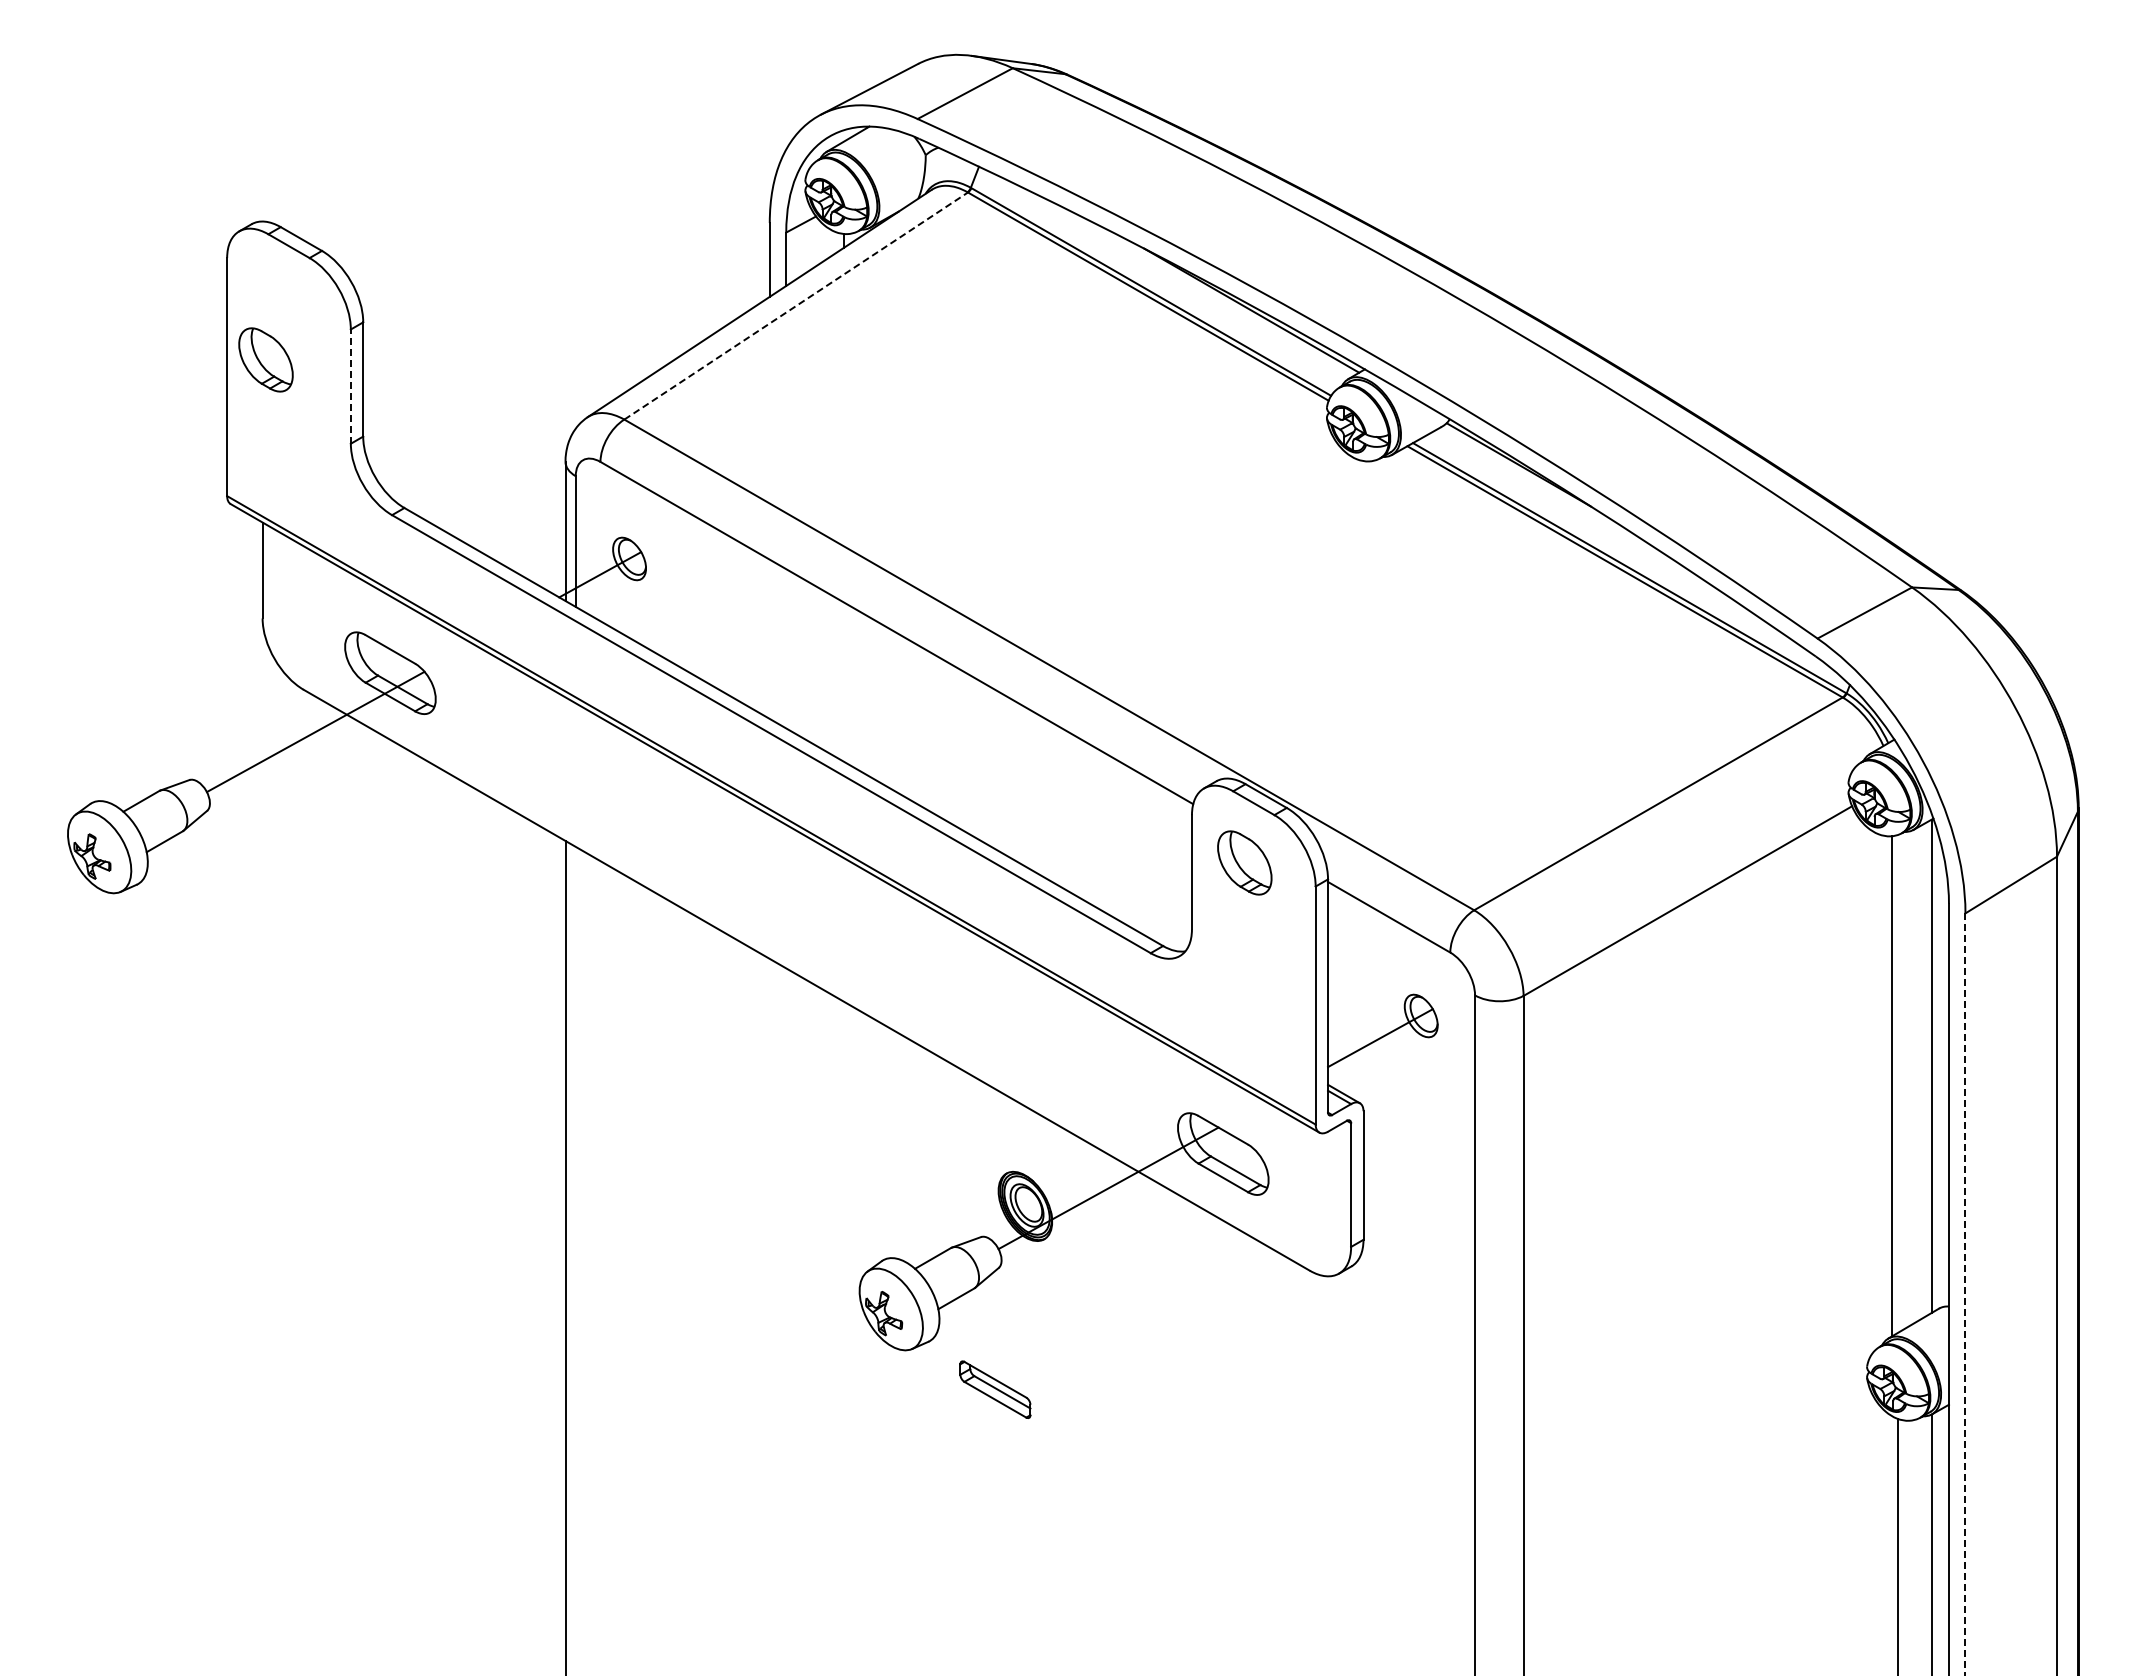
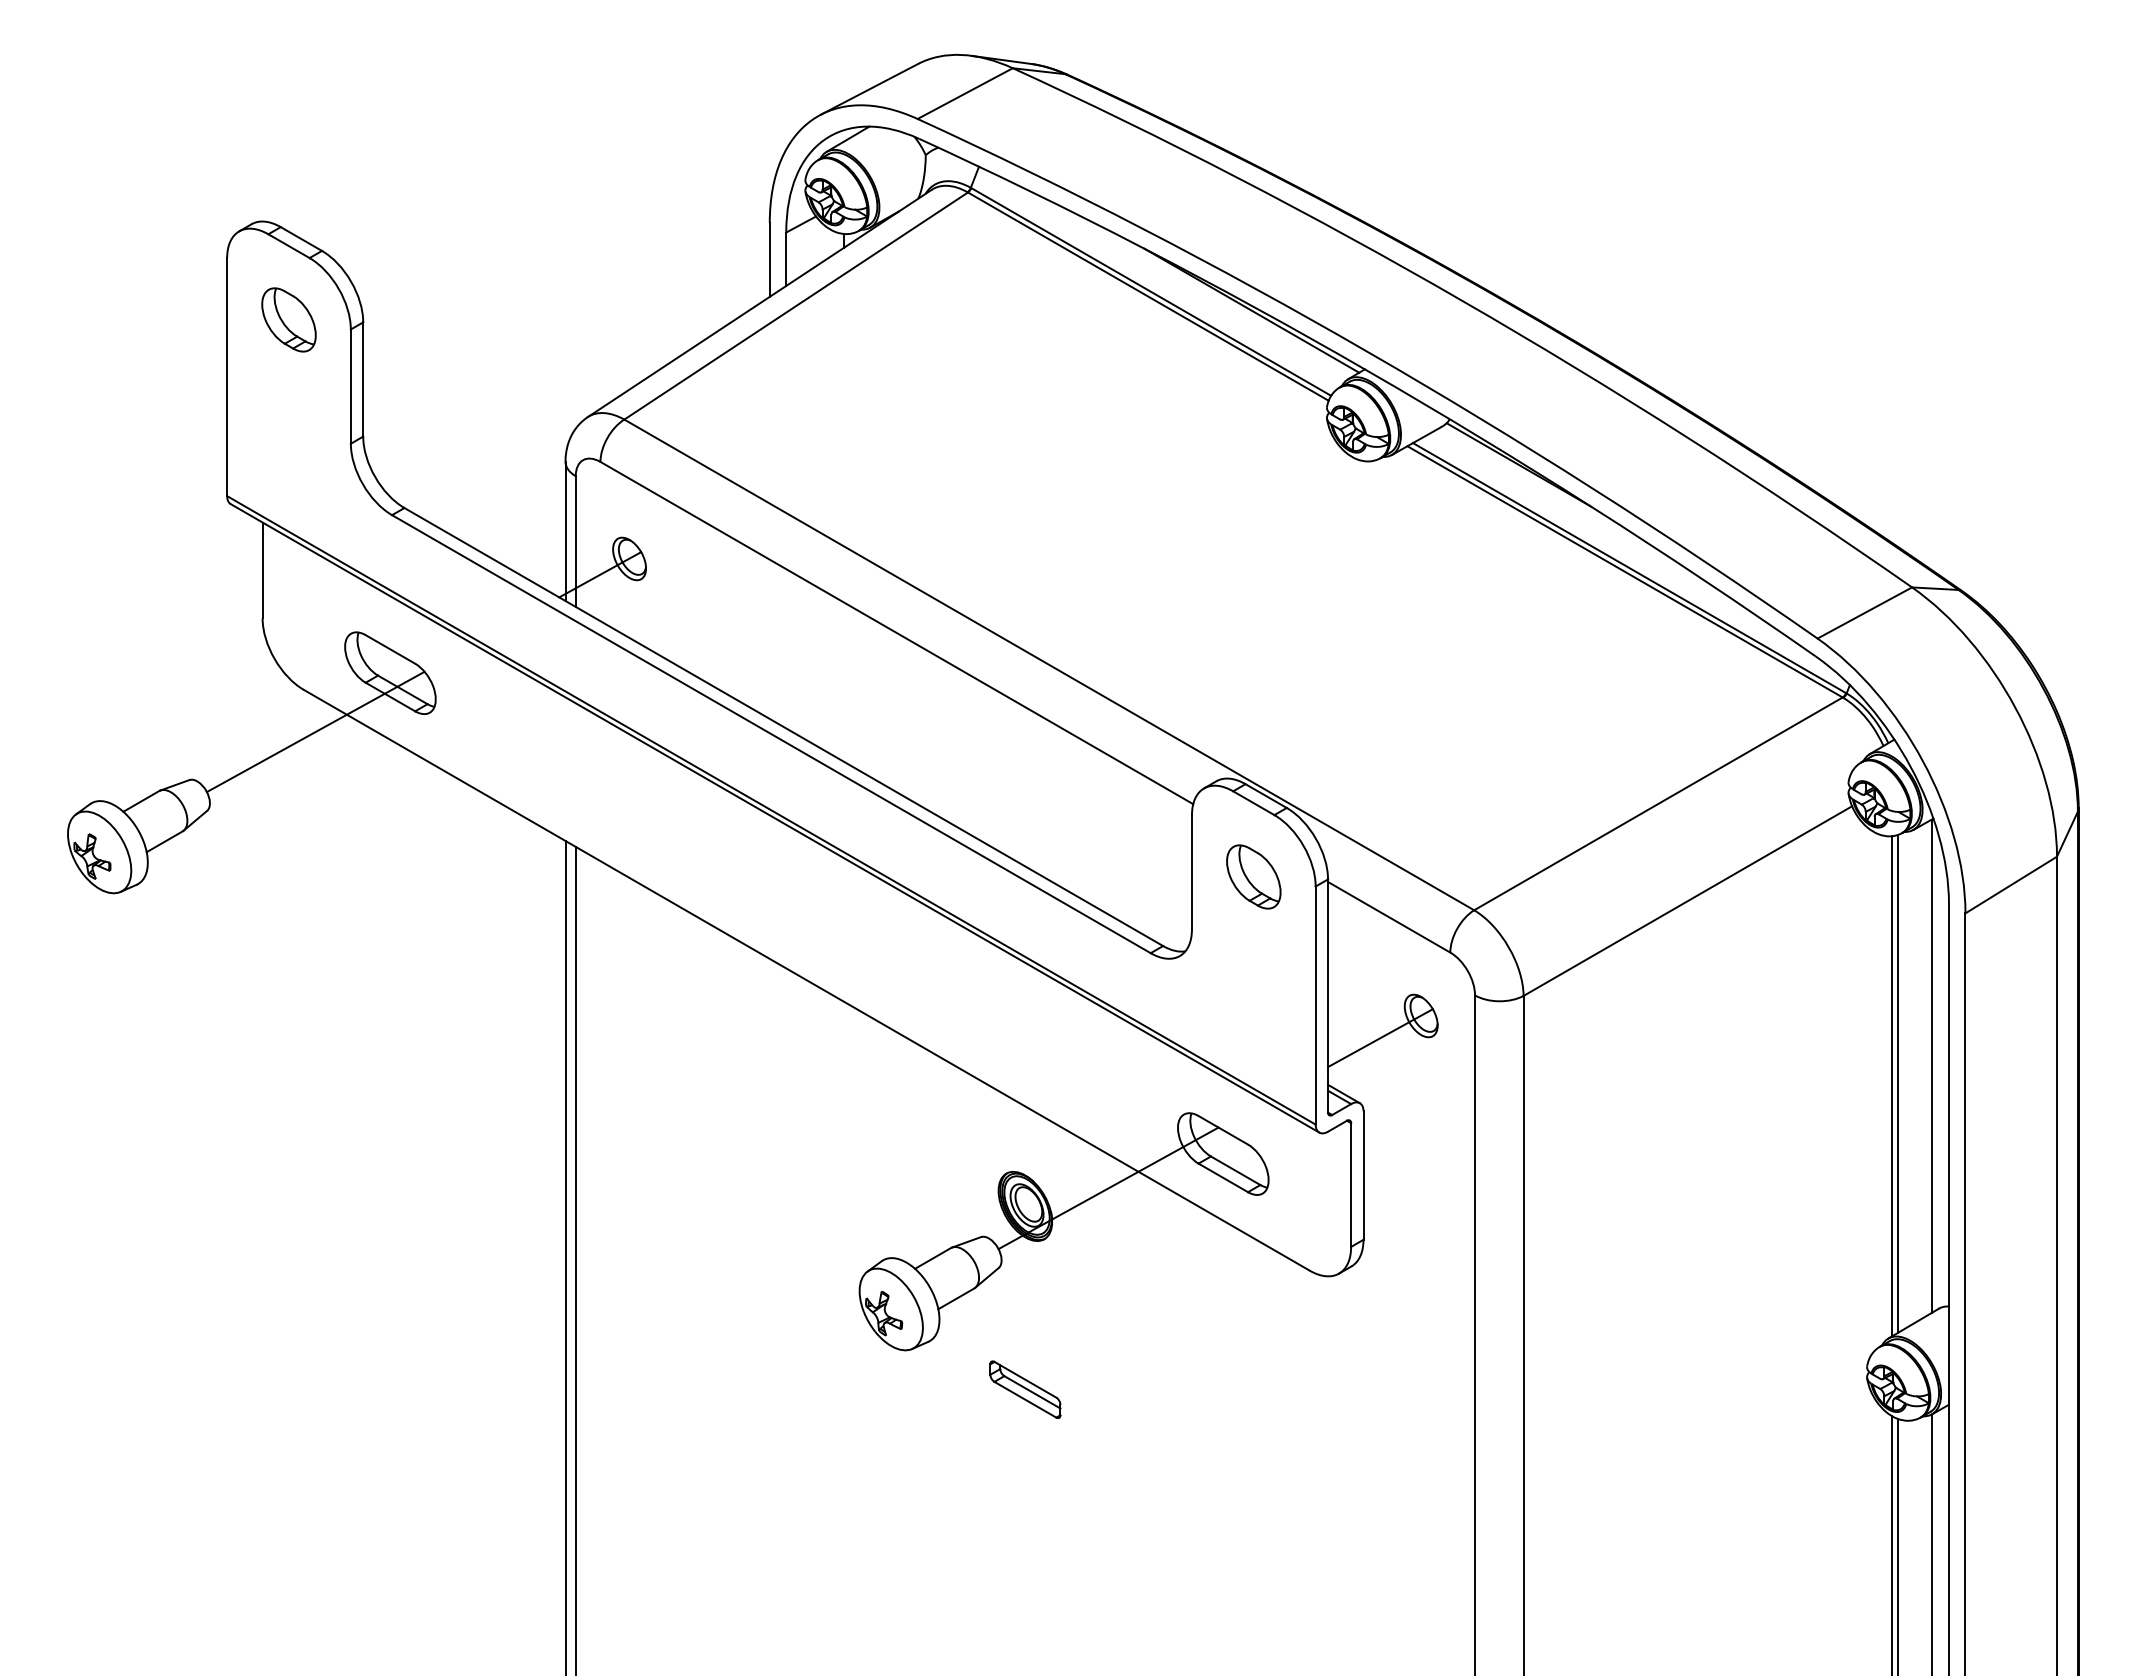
line at (796, 306): dashed -> solid
part at (265, 359) position: (265, 359) -> (288, 319)
line at (350, 386): dashed -> solid
part at (1244, 862) position: (1244, 862) -> (1253, 876)
line at (1897, 1084): none -> present
line at (575, 1259): none -> present
line at (1965, 1294): dashed -> solid
part at (995, 1389) position: (995, 1389) -> (1025, 1389)
line at (1892, 1544): none -> present
